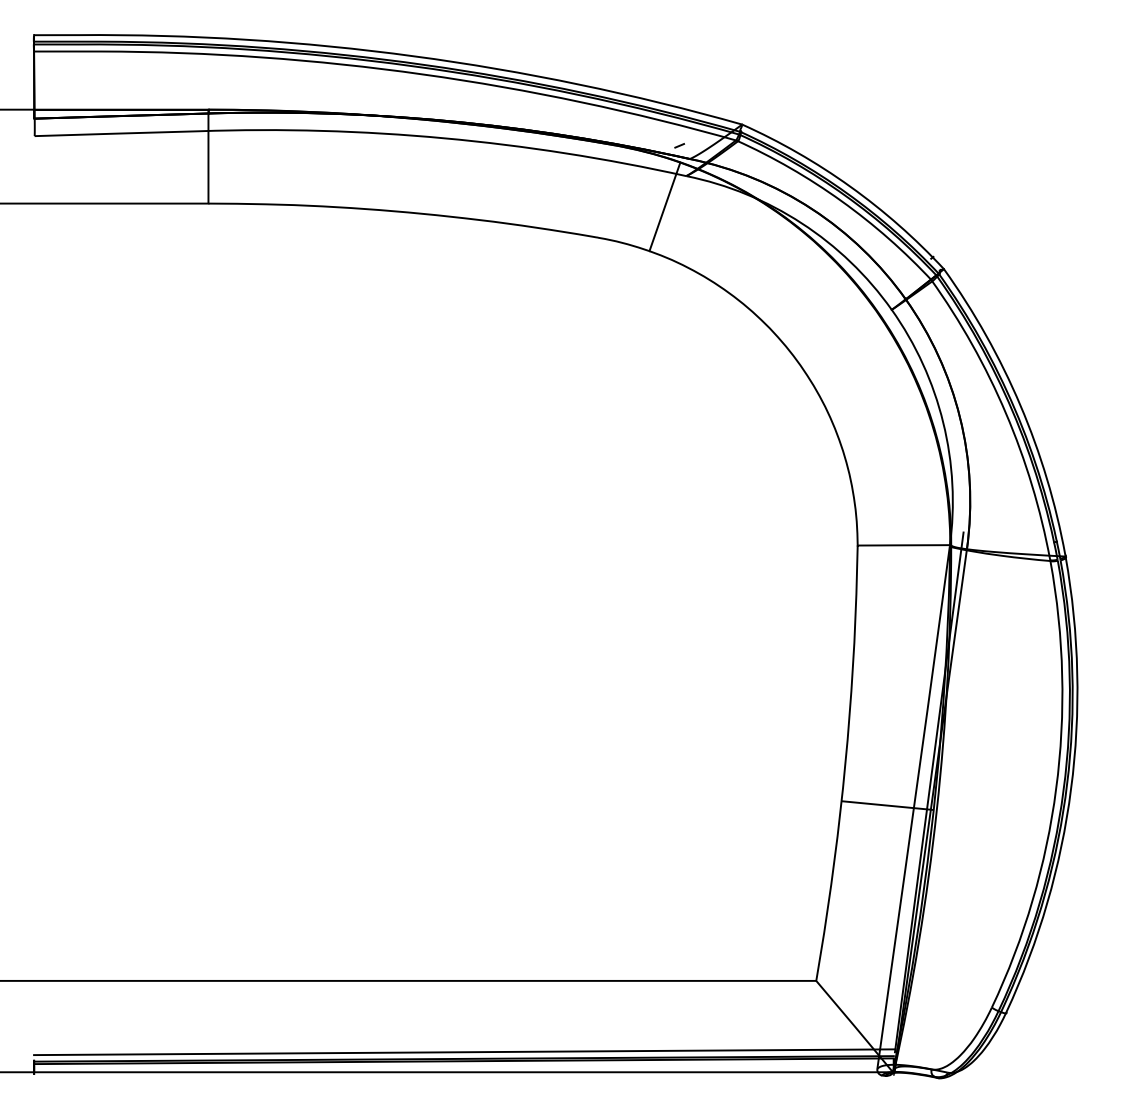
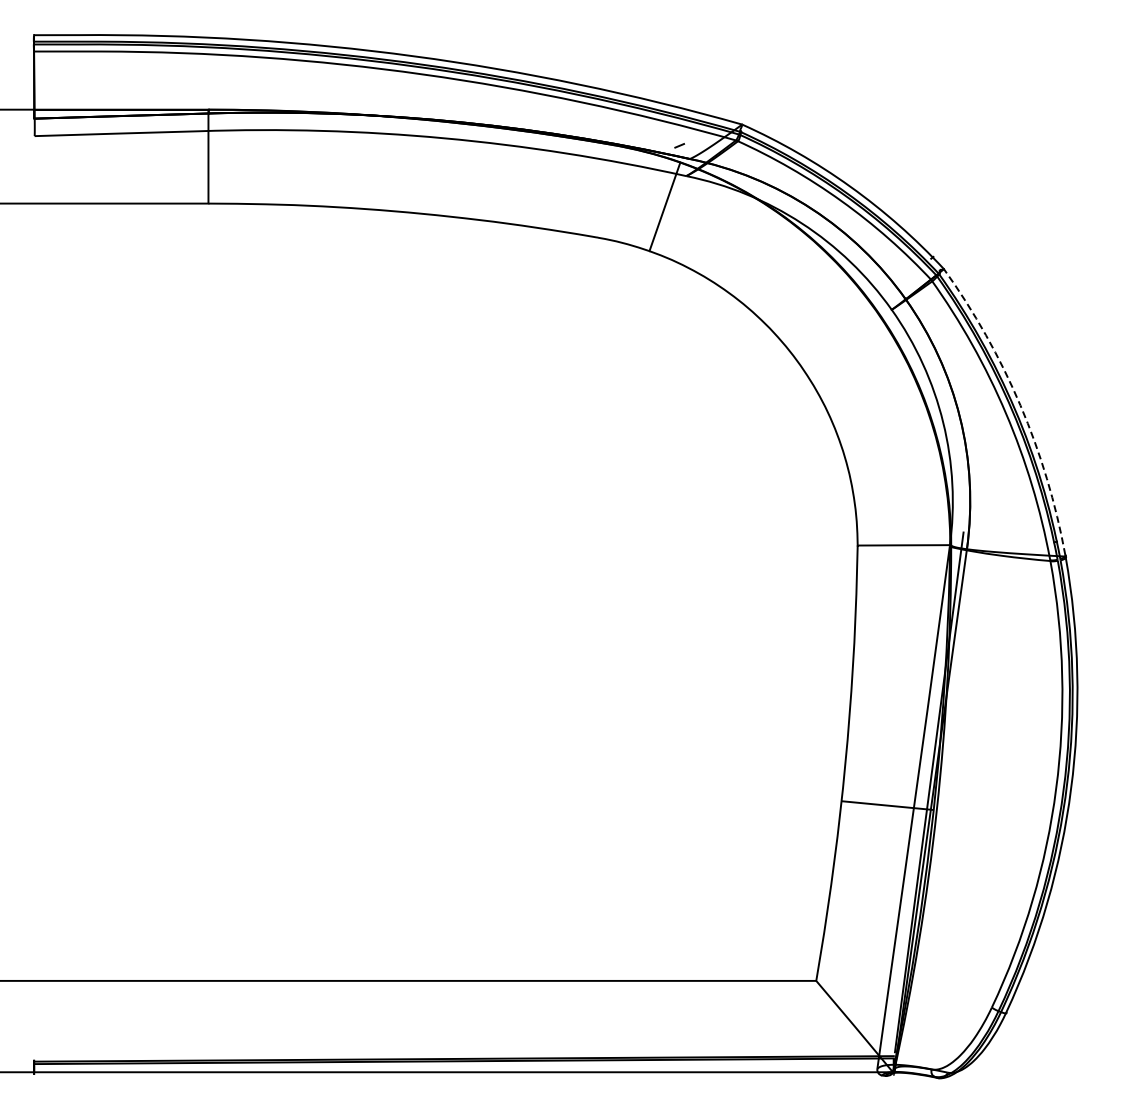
line at (1020, 405): solid -> dashed
line at (464, 1052): present -> none
